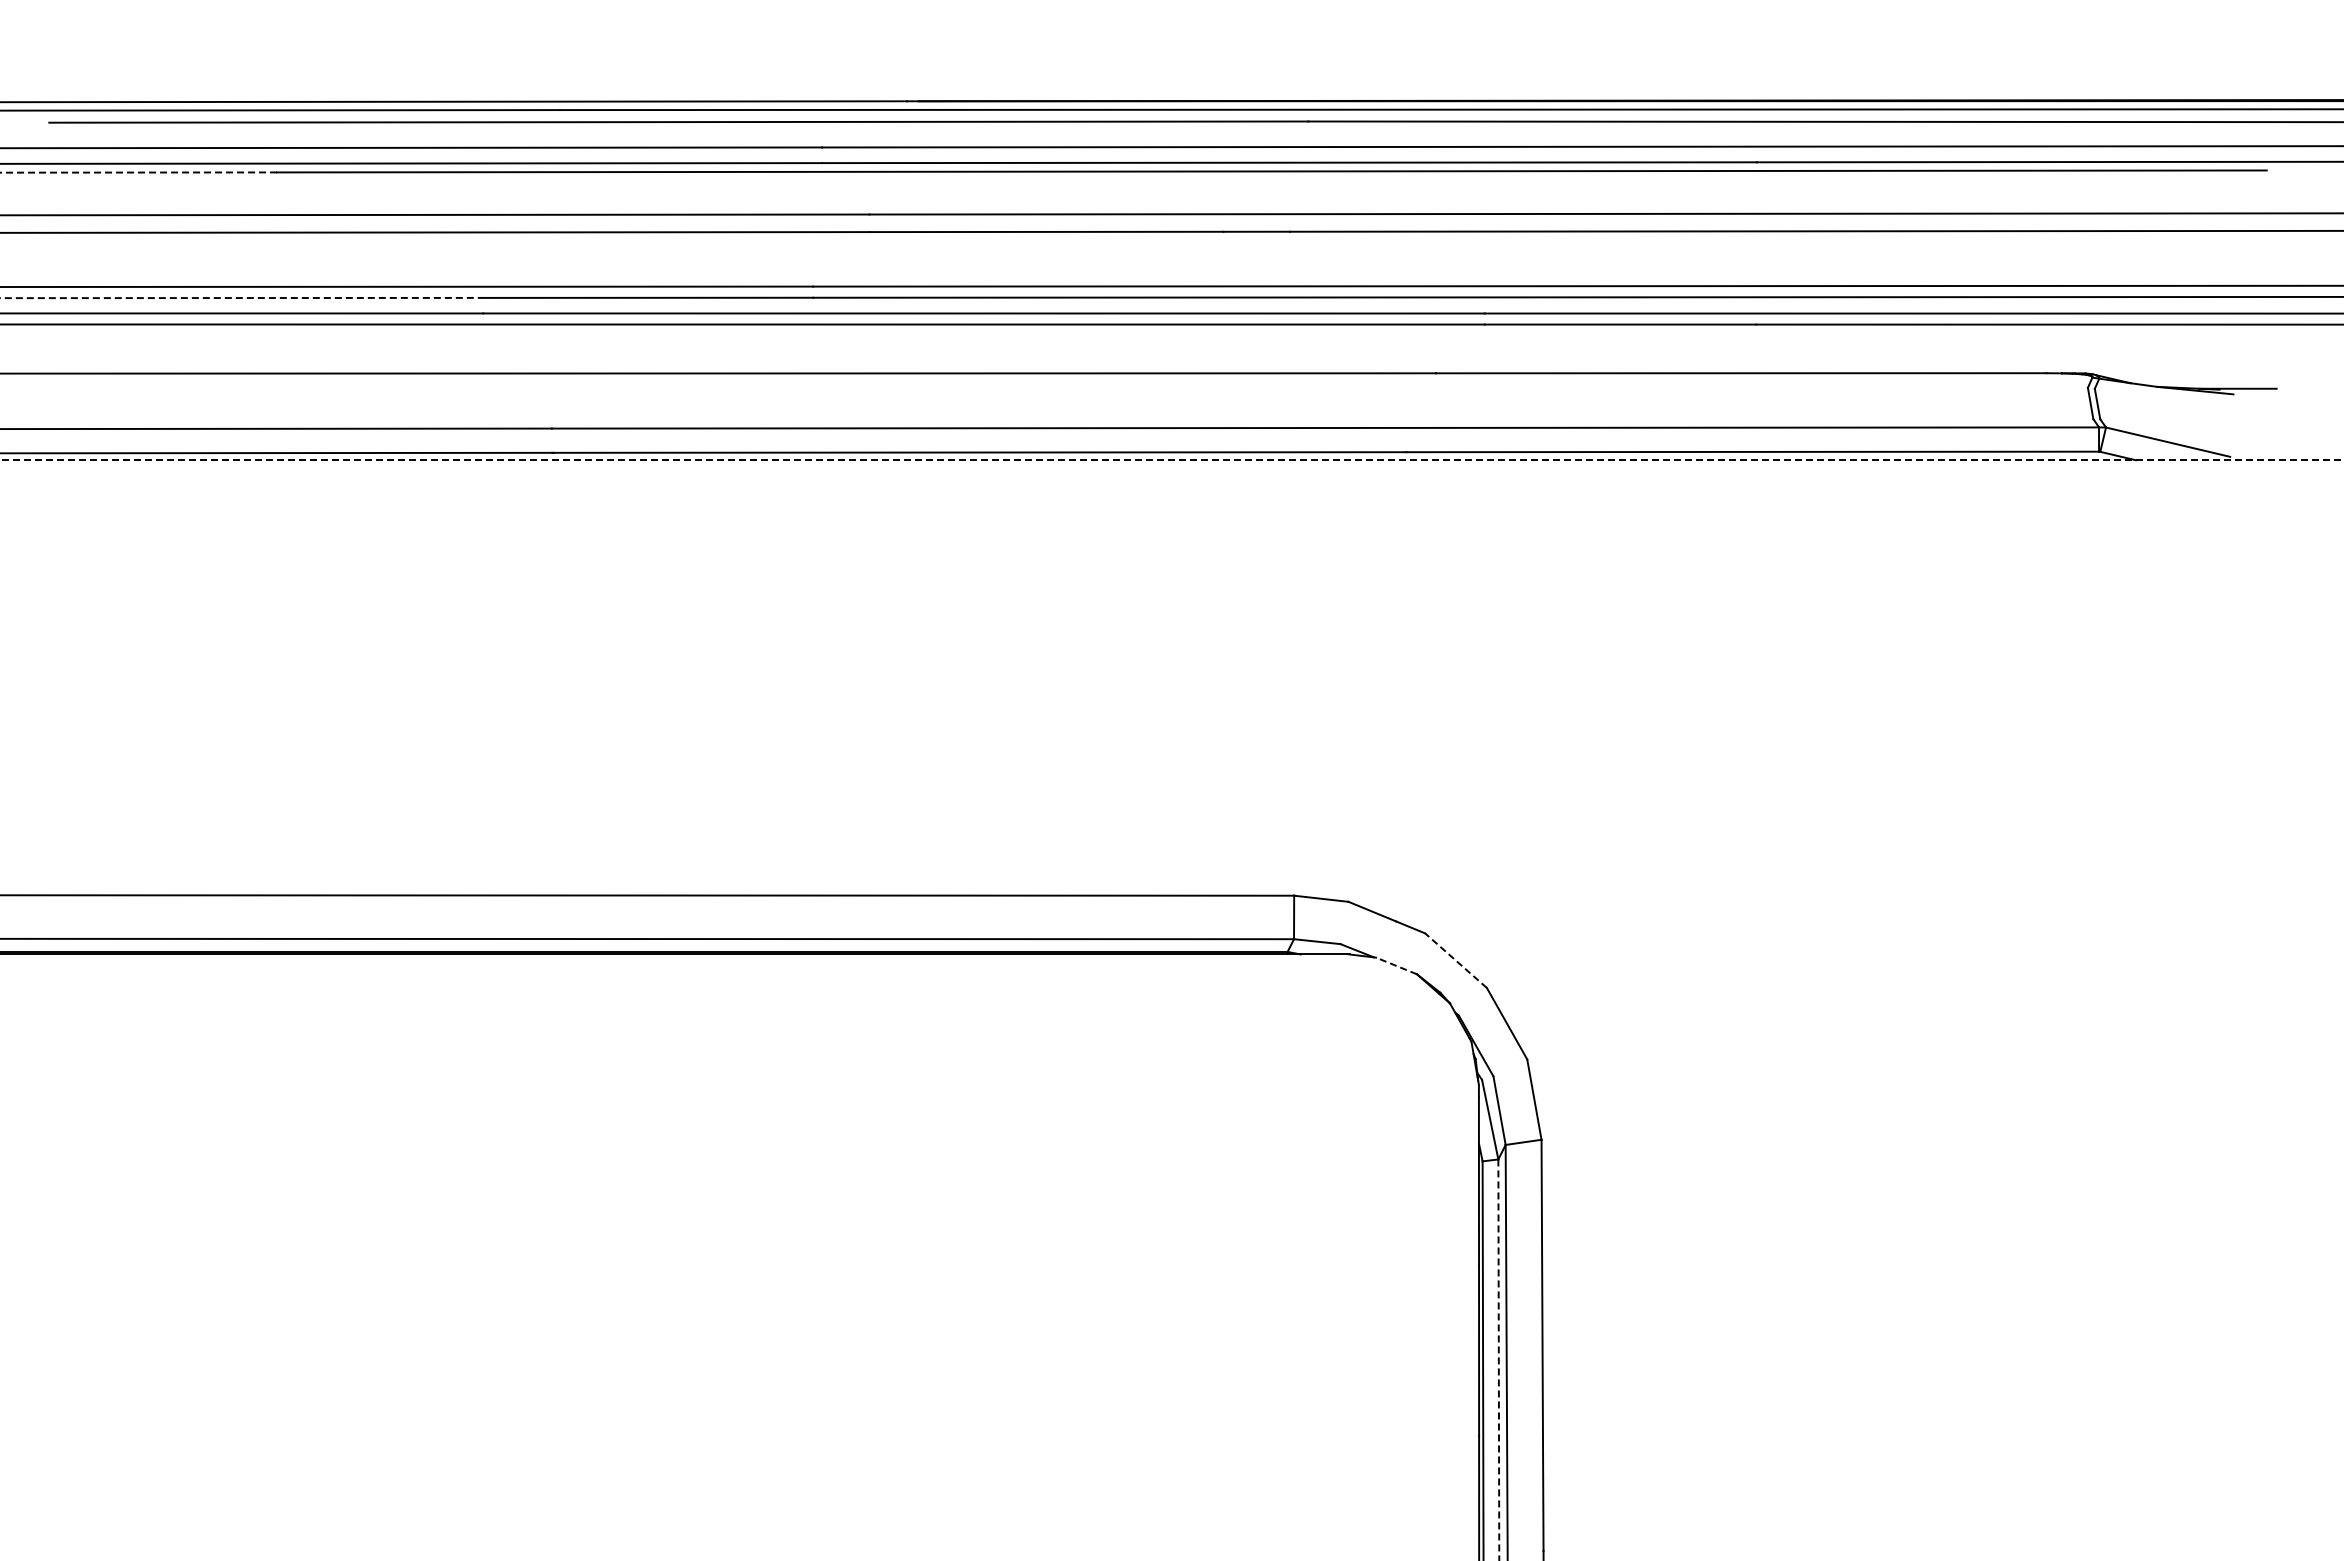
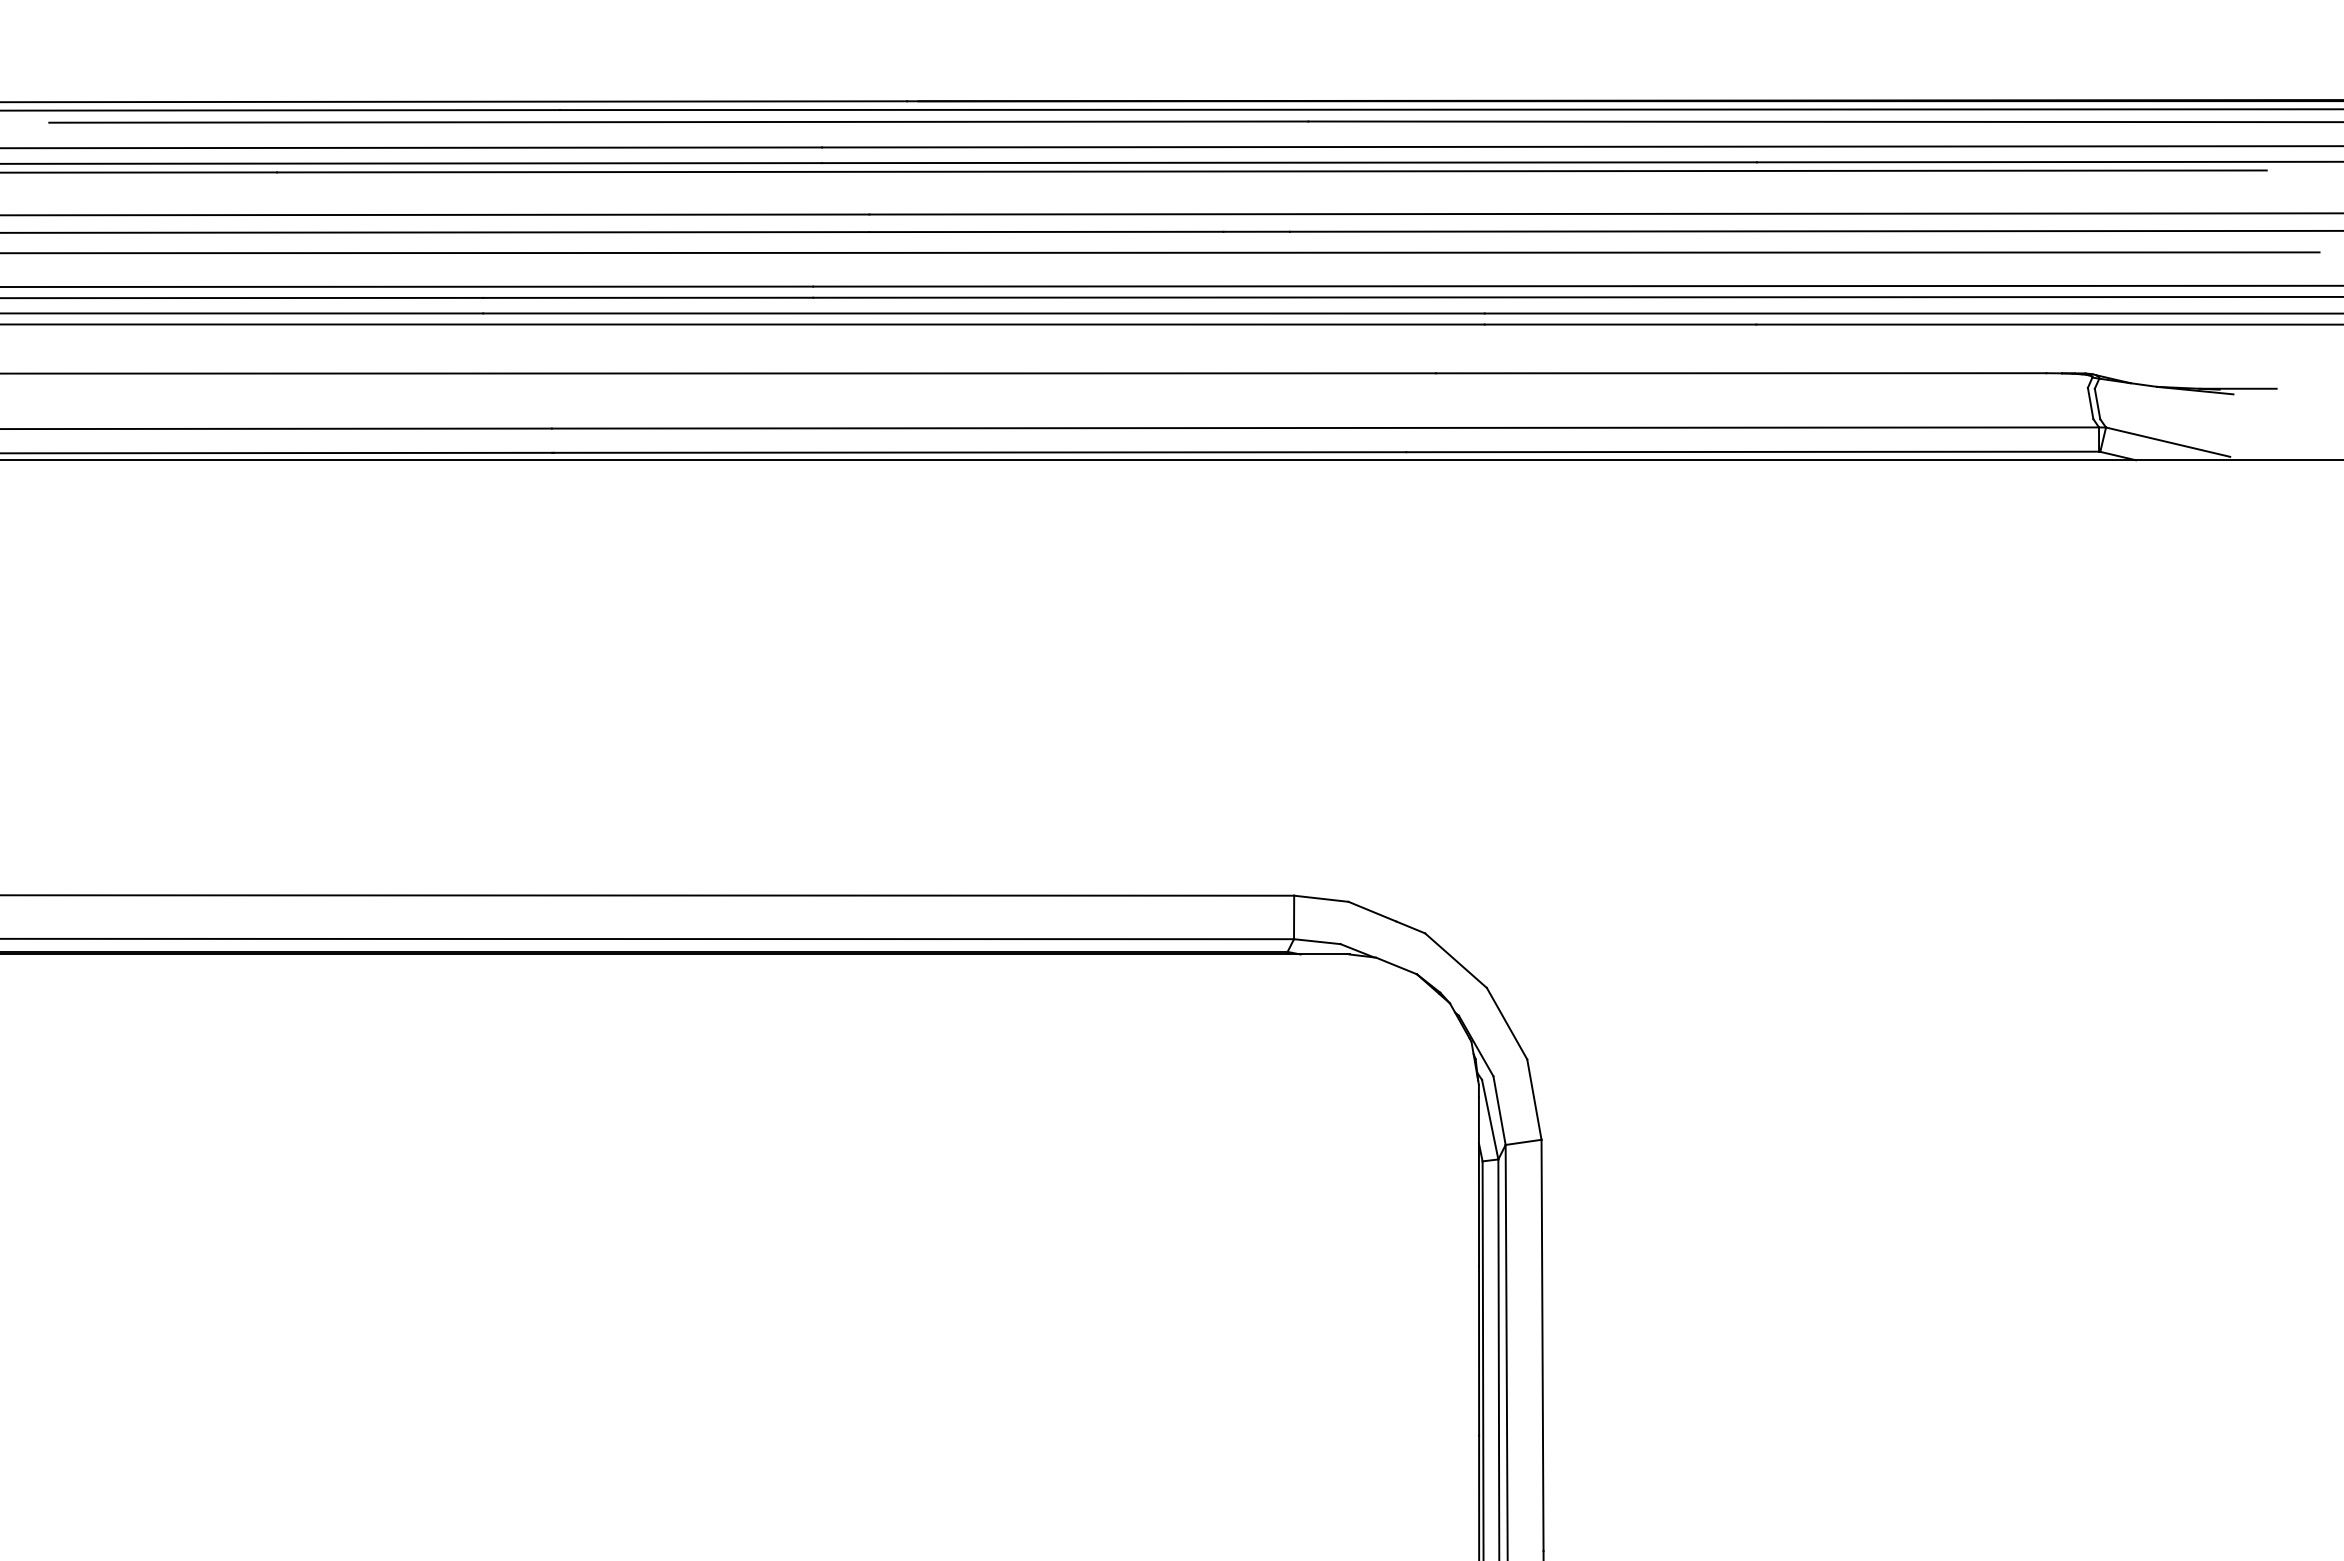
line at (138, 172): dashed -> solid
line at (1160, 252): none -> present
line at (242, 298): dashed -> solid
line at (1172, 460): dashed -> solid
line at (1455, 960): dashed -> solid
line at (1396, 965): dashed -> solid
line at (1498, 1360): dashed -> solid
